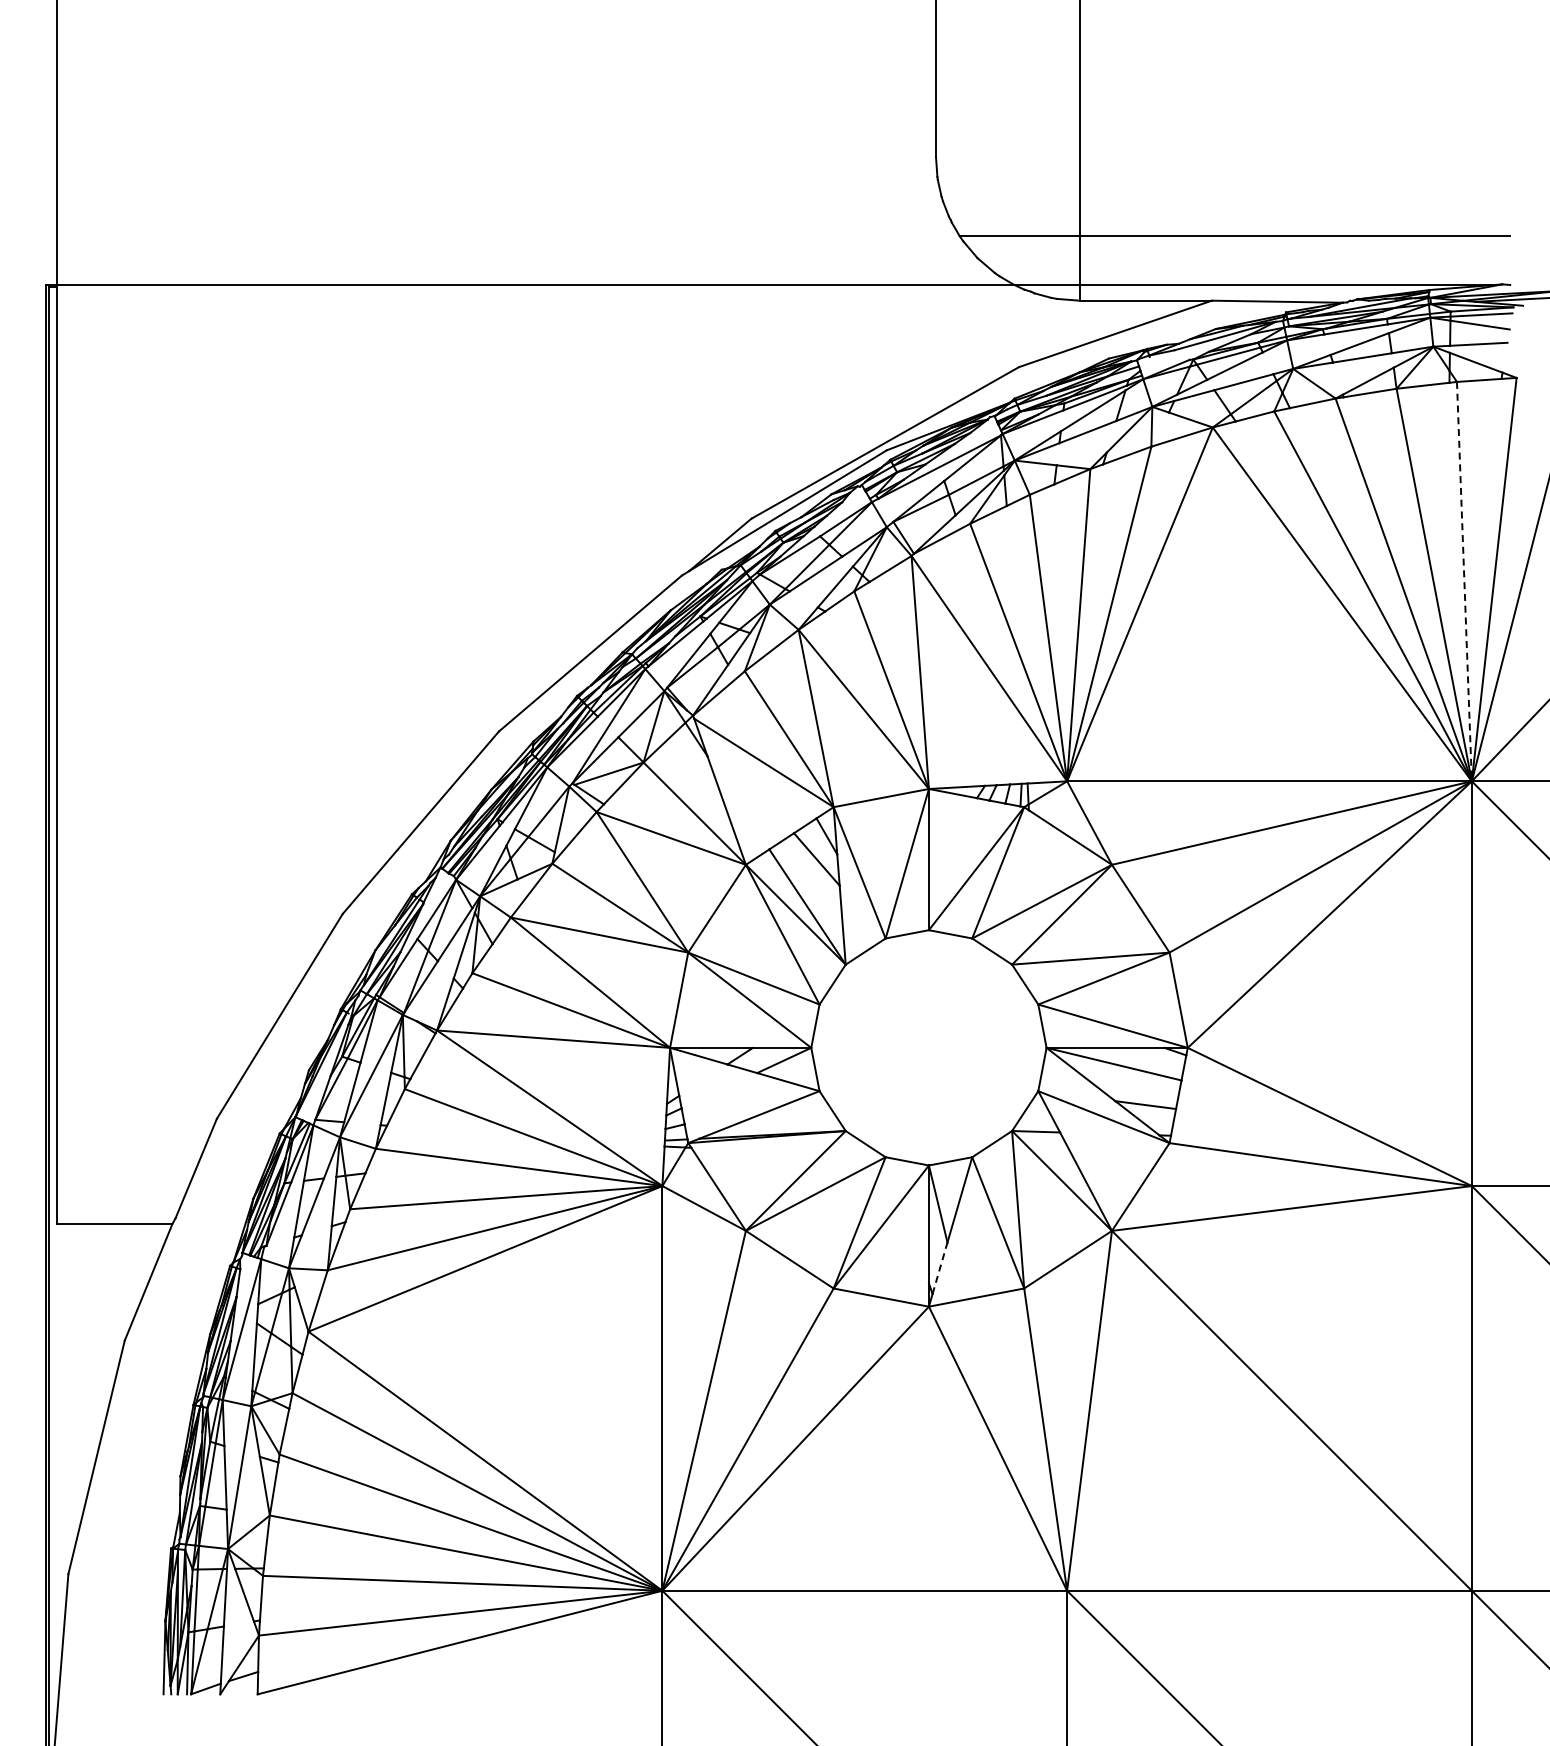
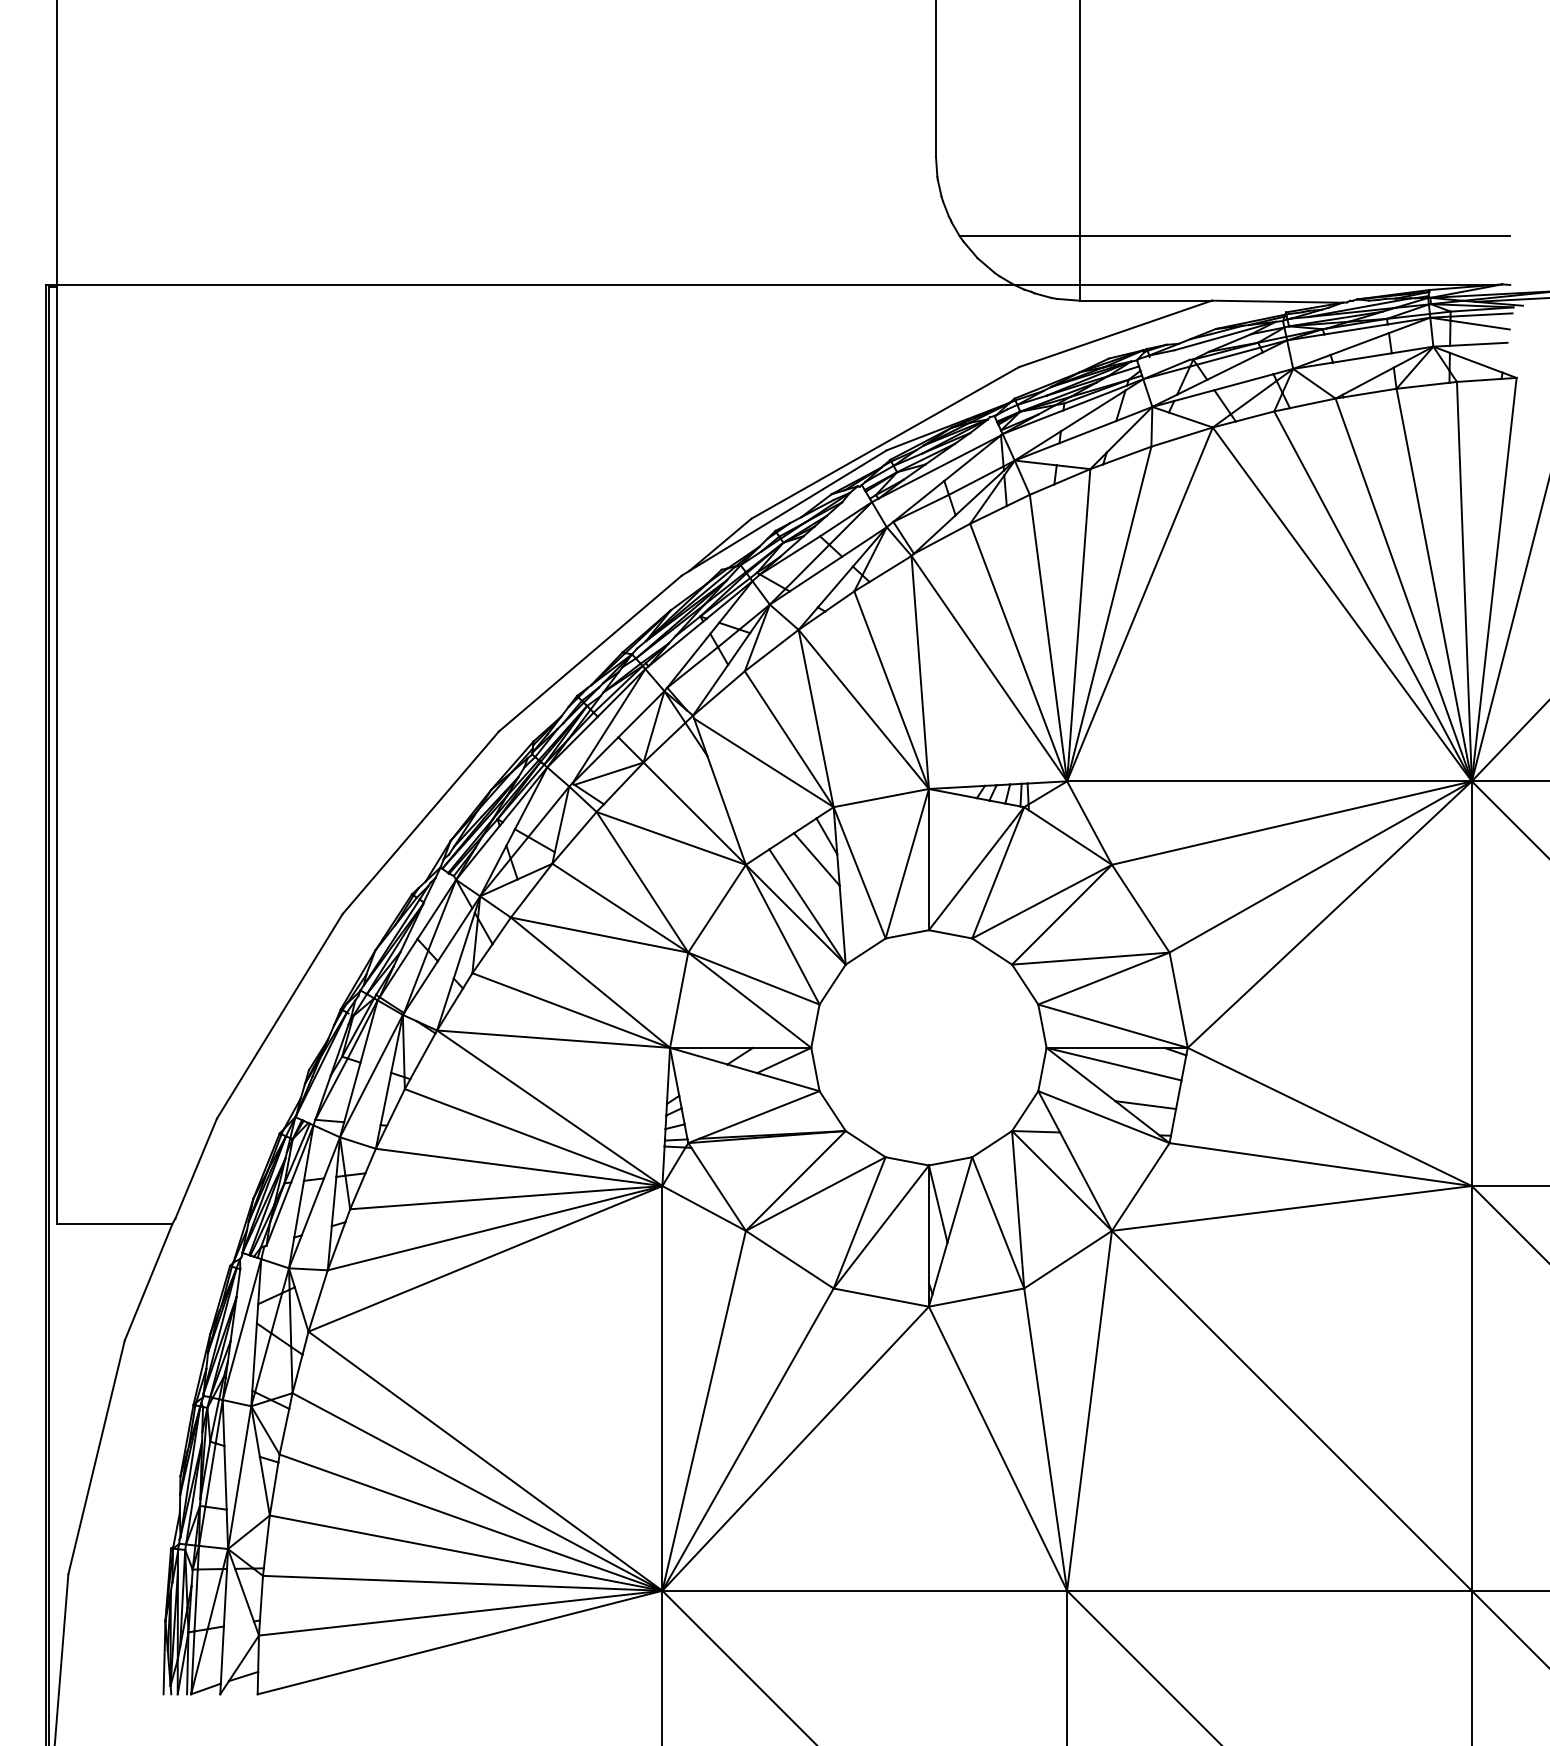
line at (1464, 581): dashed -> solid
line at (940, 1268): dashed -> solid
